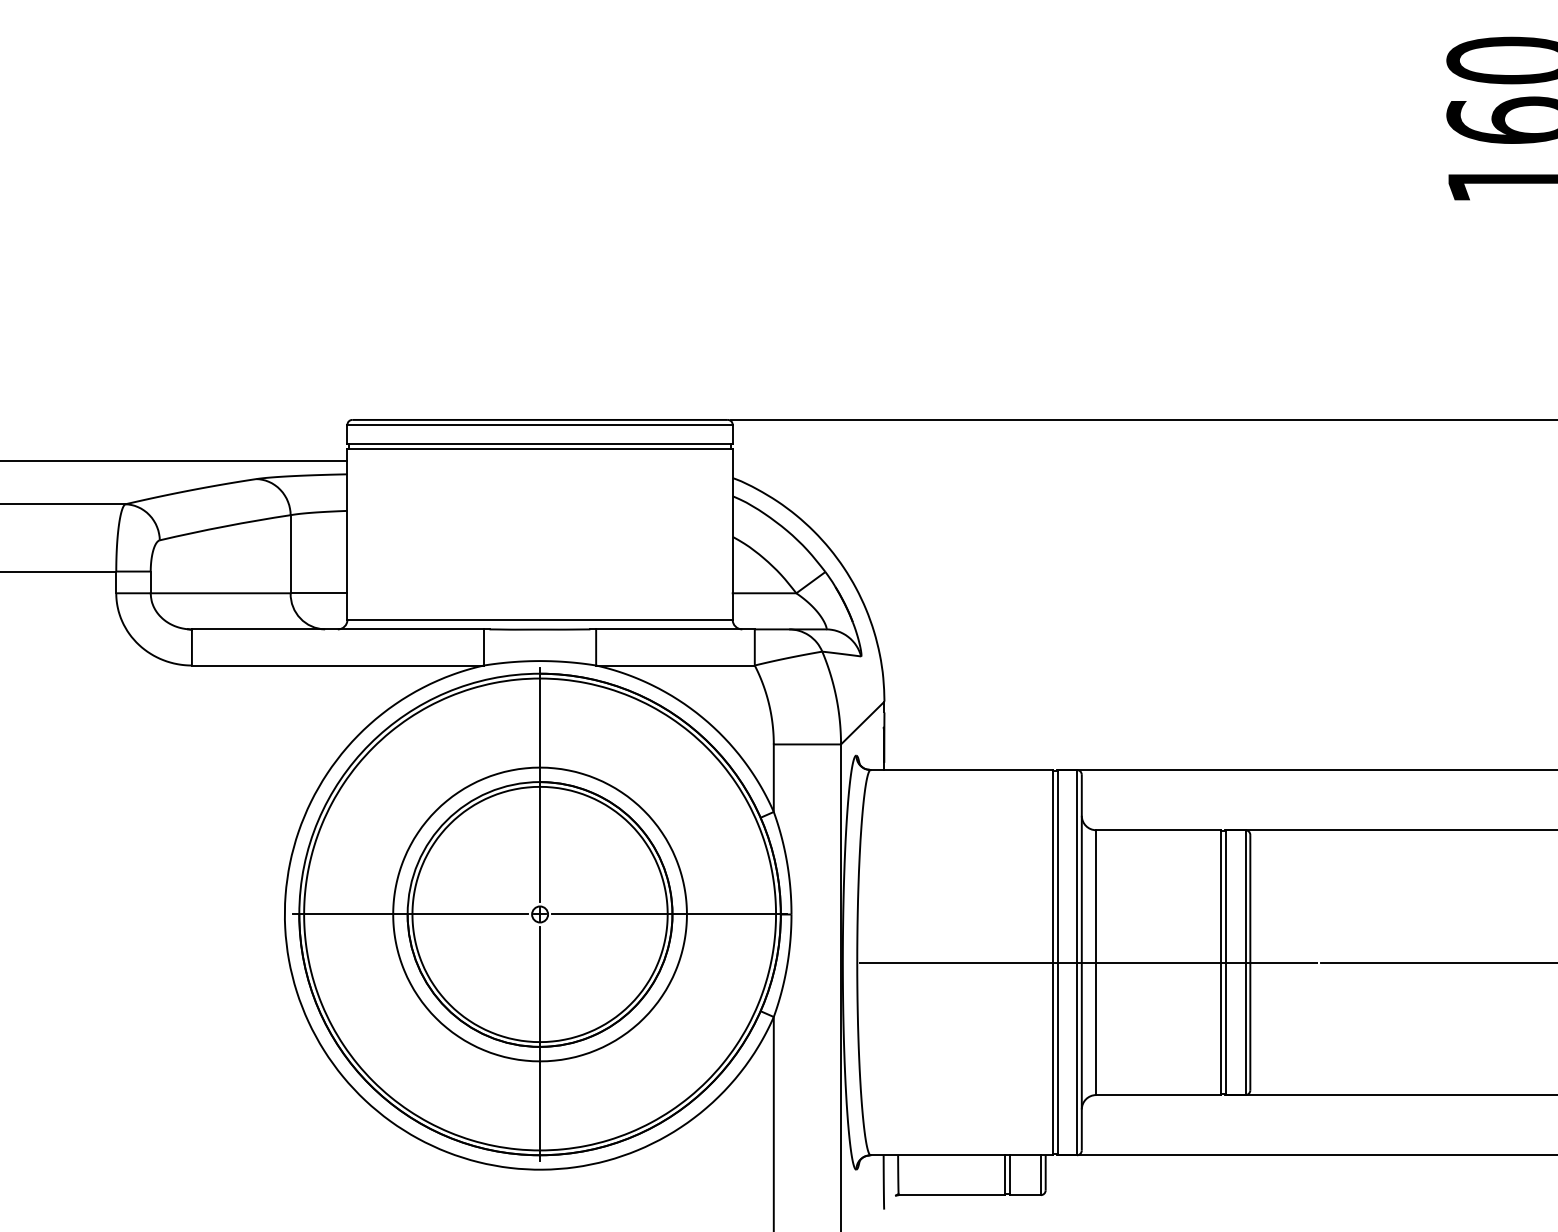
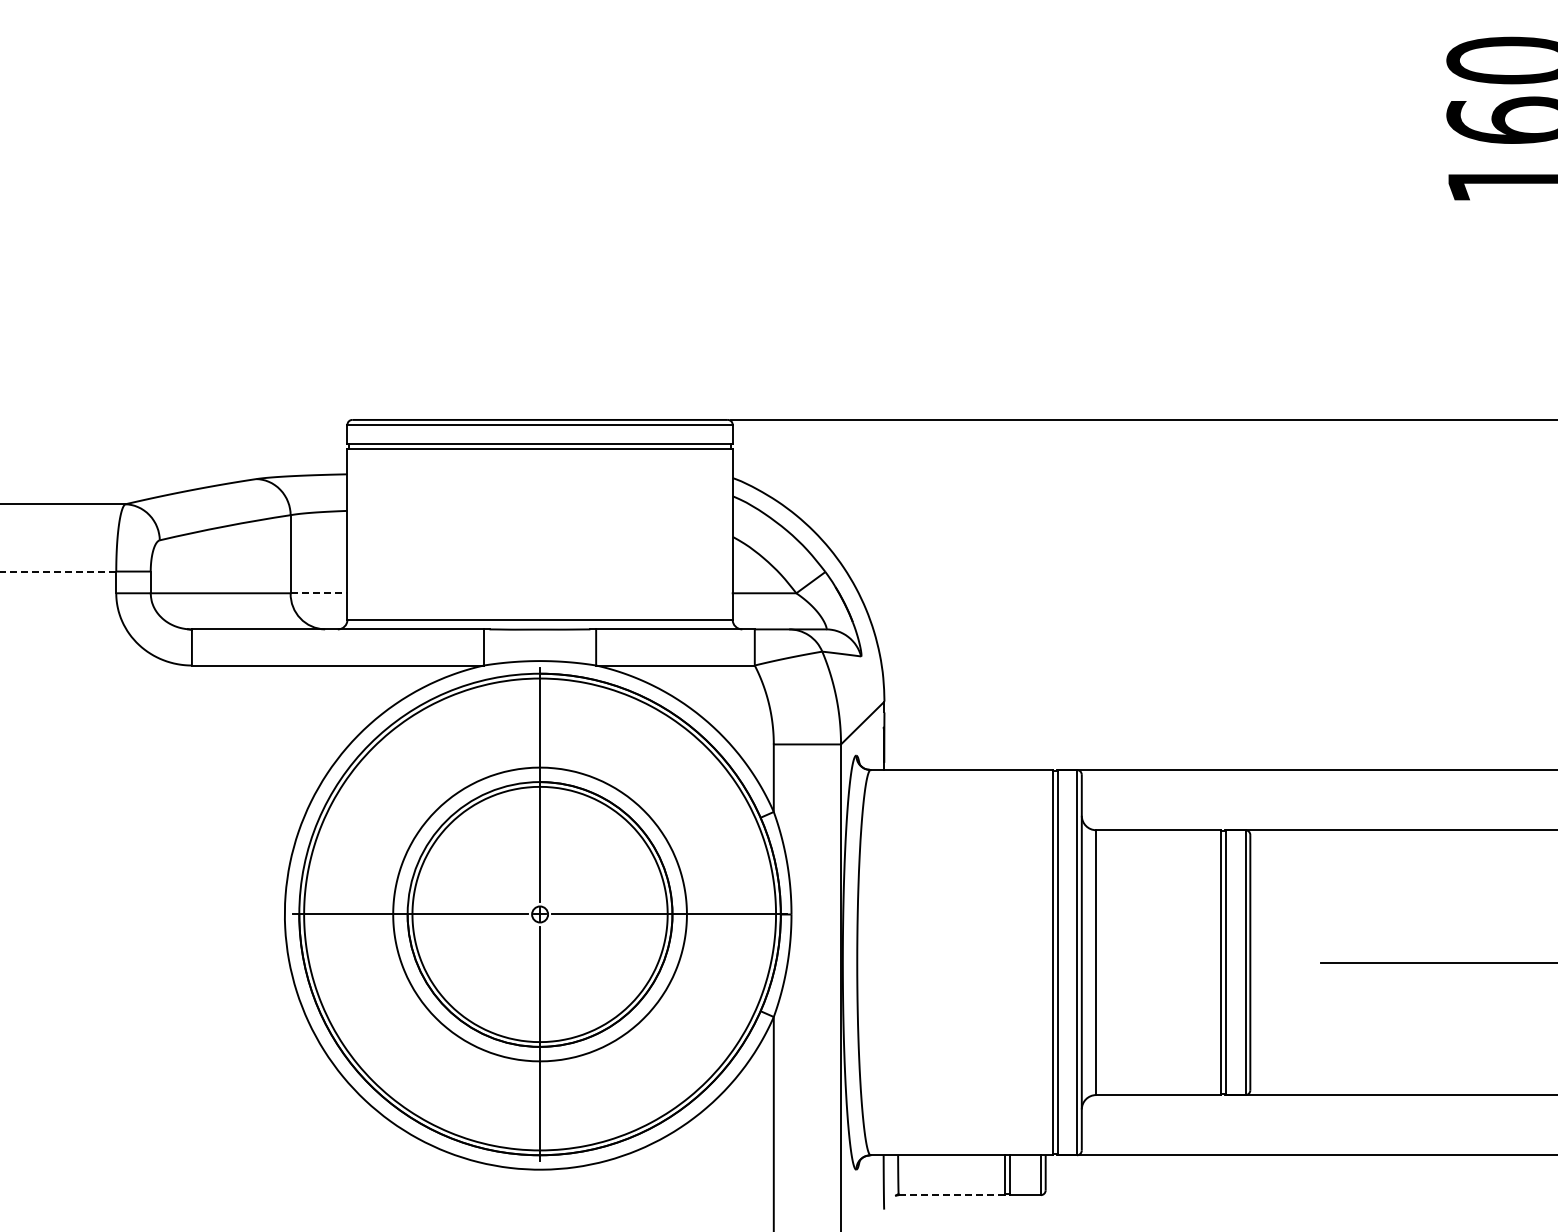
line at (174, 460): present -> none
line at (58, 571): solid -> dashed
line at (319, 593): solid -> dashed
line at (1071, 962): present -> none
line at (952, 1195): solid -> dashed
